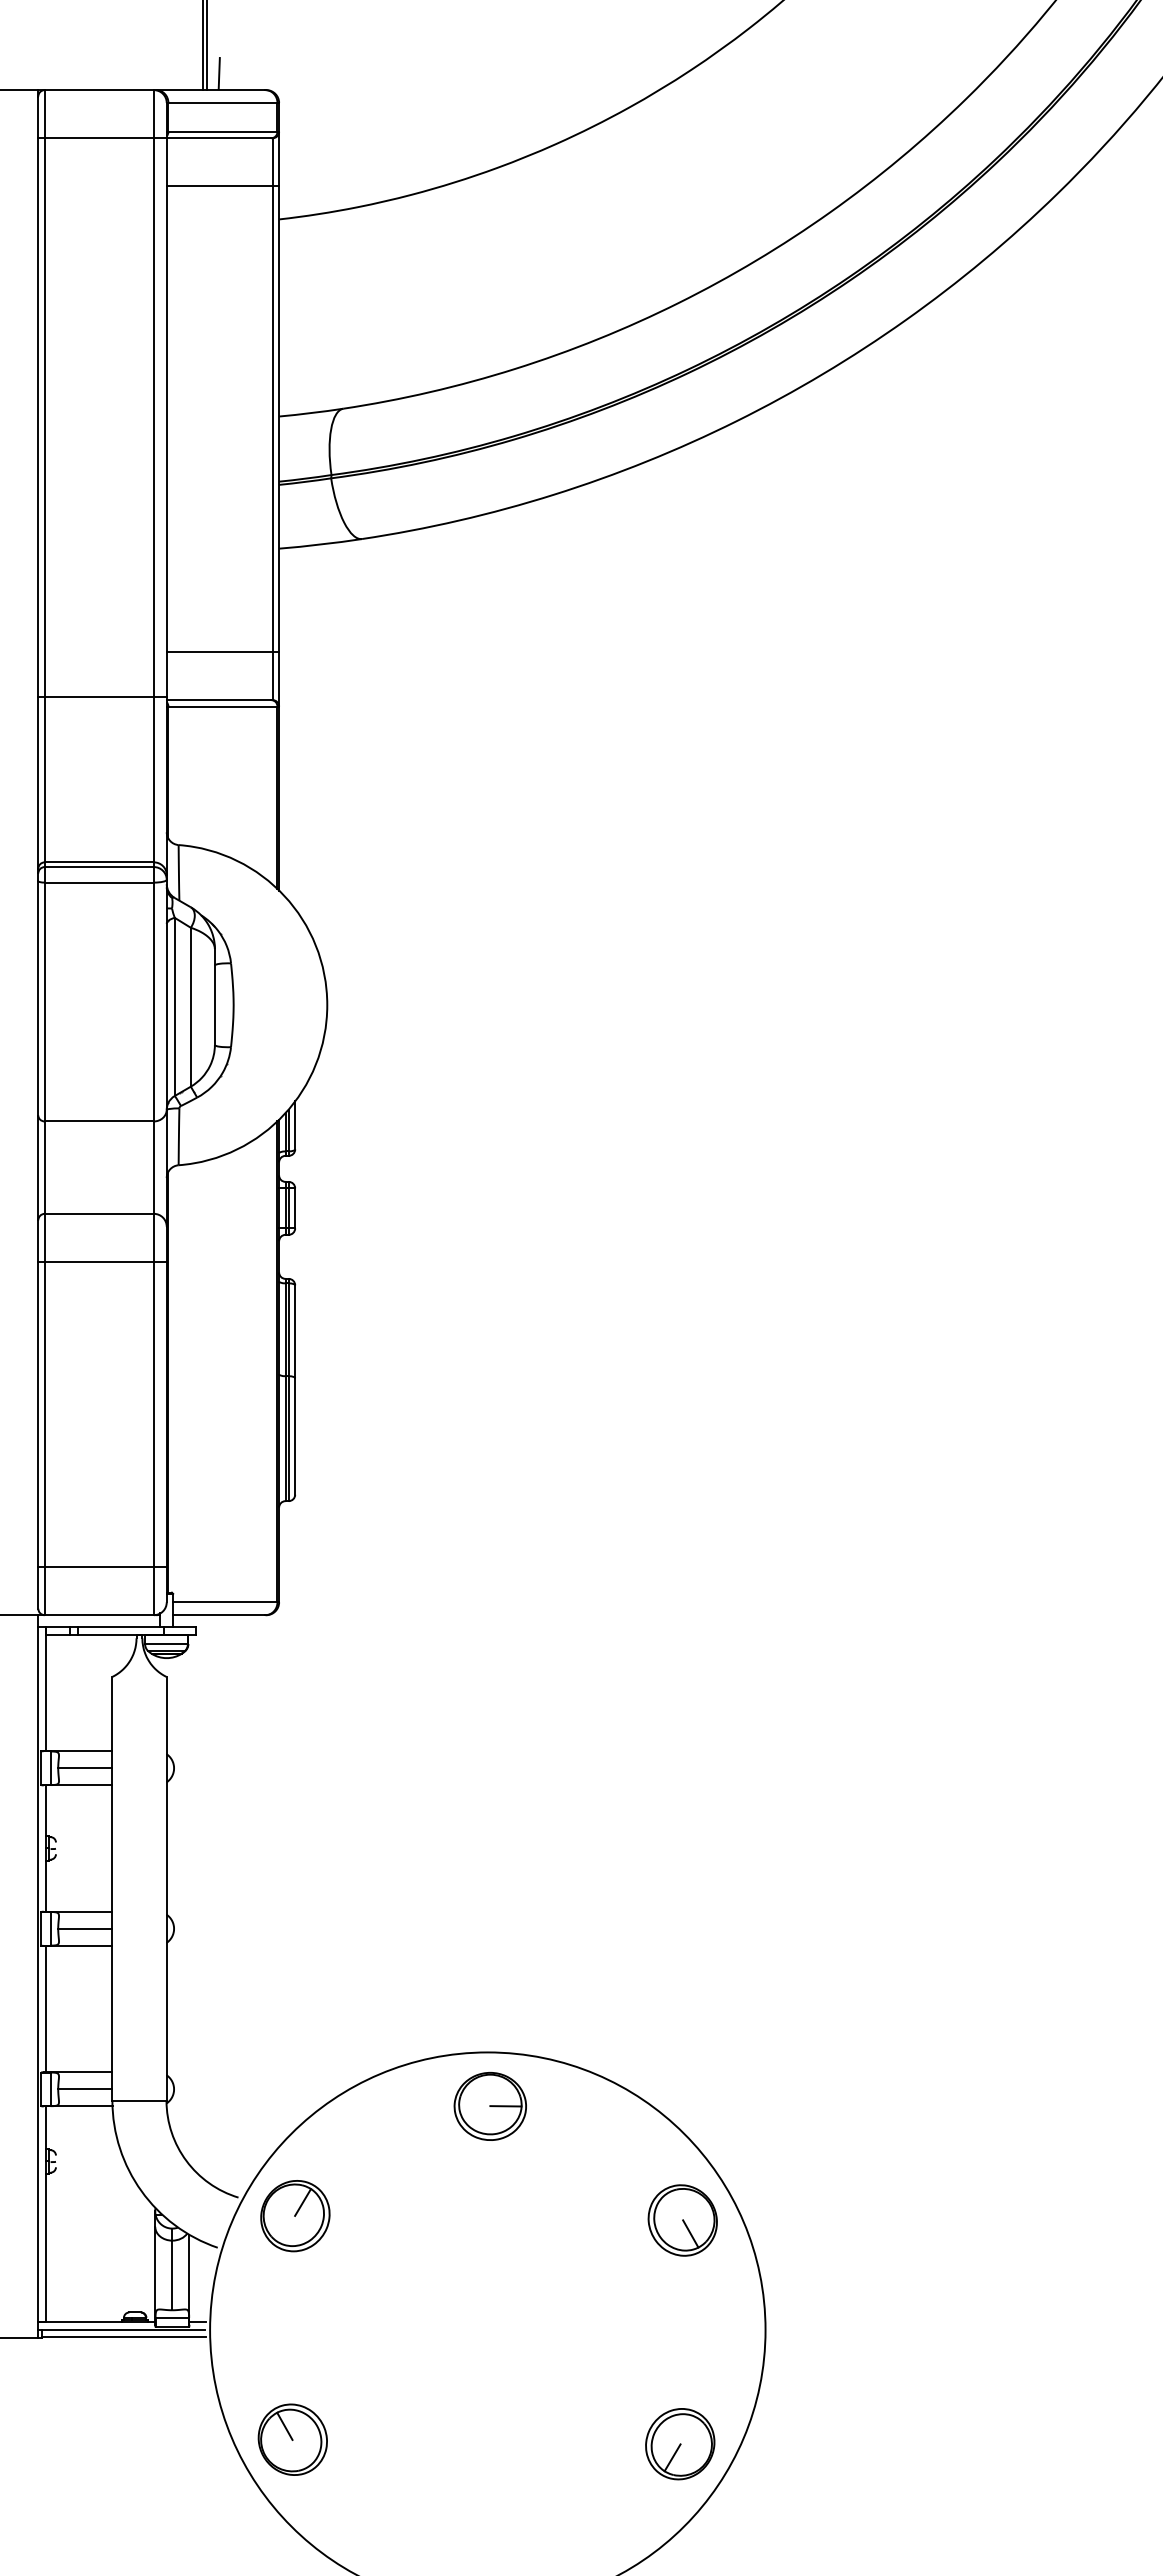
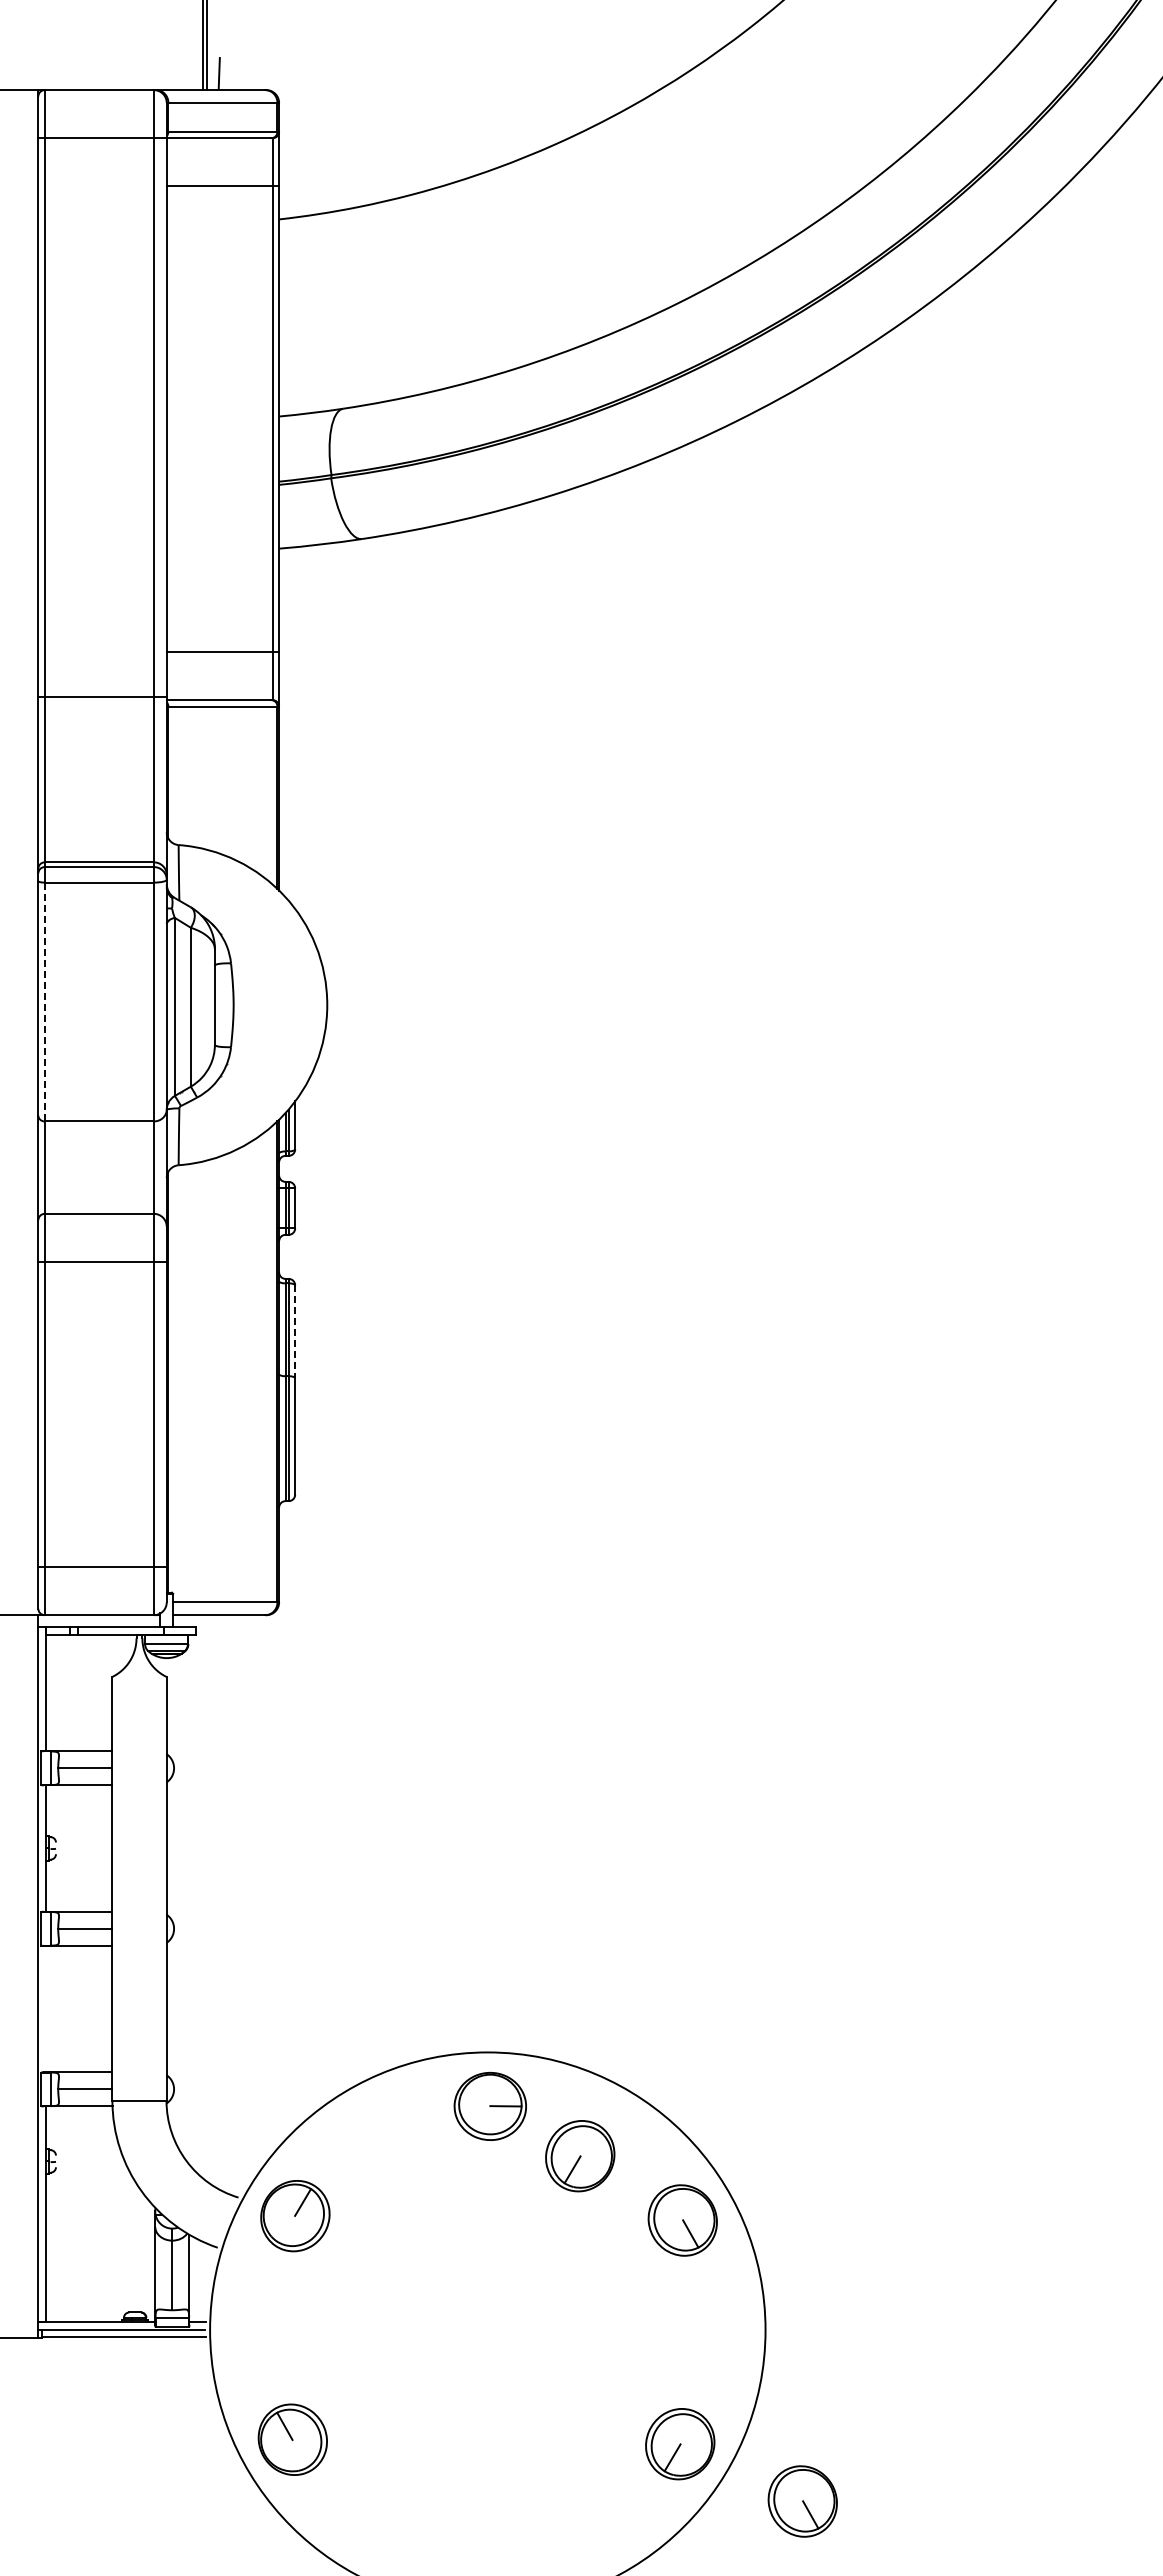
line at (44, 1001): solid -> dashed
line at (295, 1332): solid -> dashed
line at (46, 2008): present -> none
part at (580, 2156): none -> present
part at (802, 2501): none -> present
